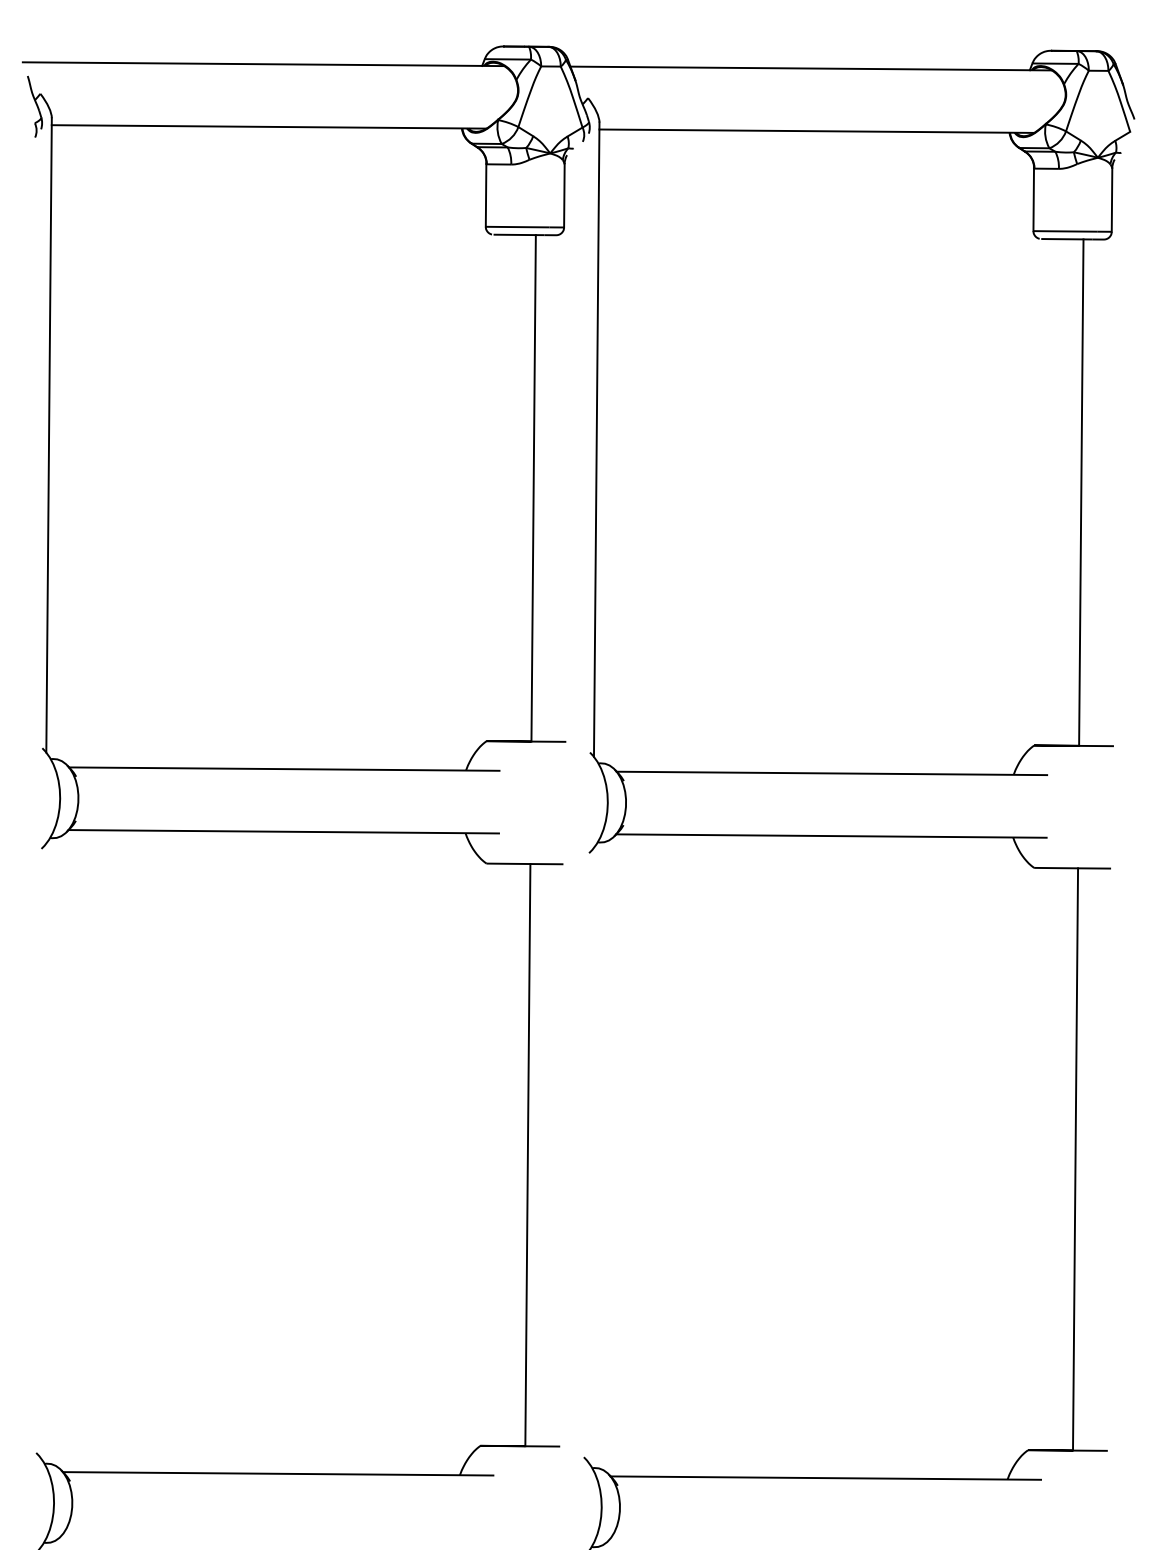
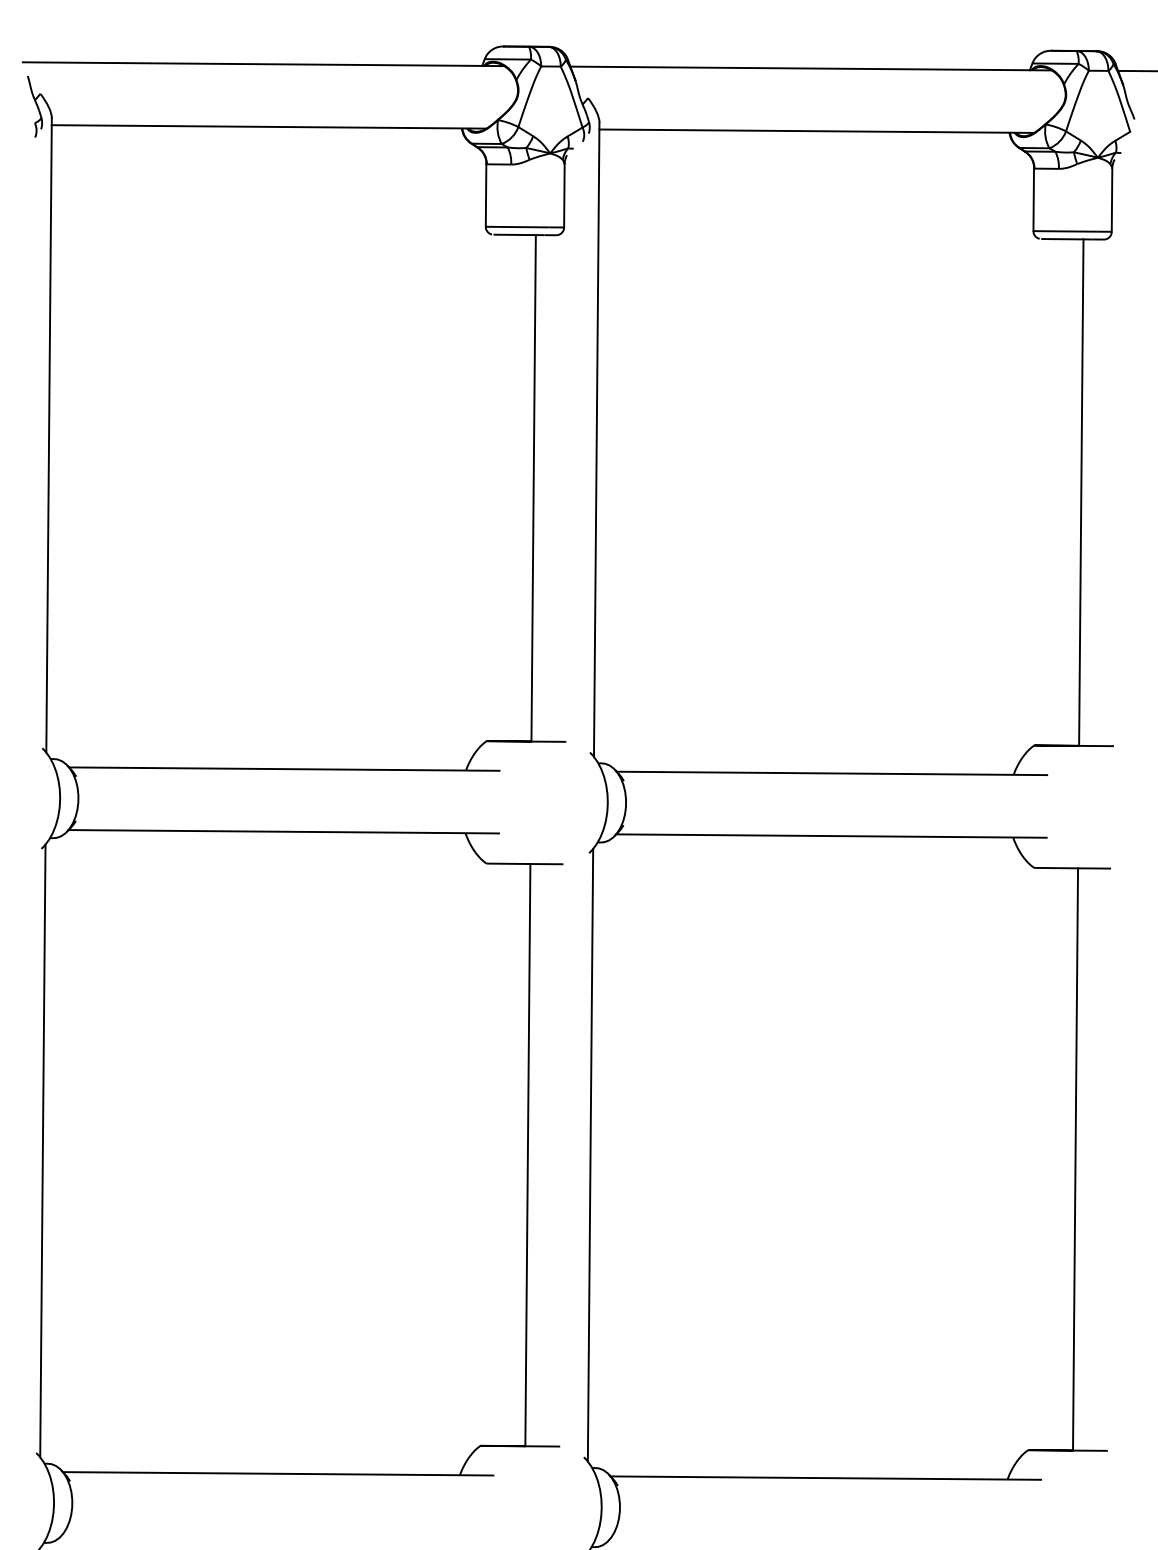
line at (1136, 70): none -> present
line at (42, 1150): none -> present
line at (590, 1154): none -> present
